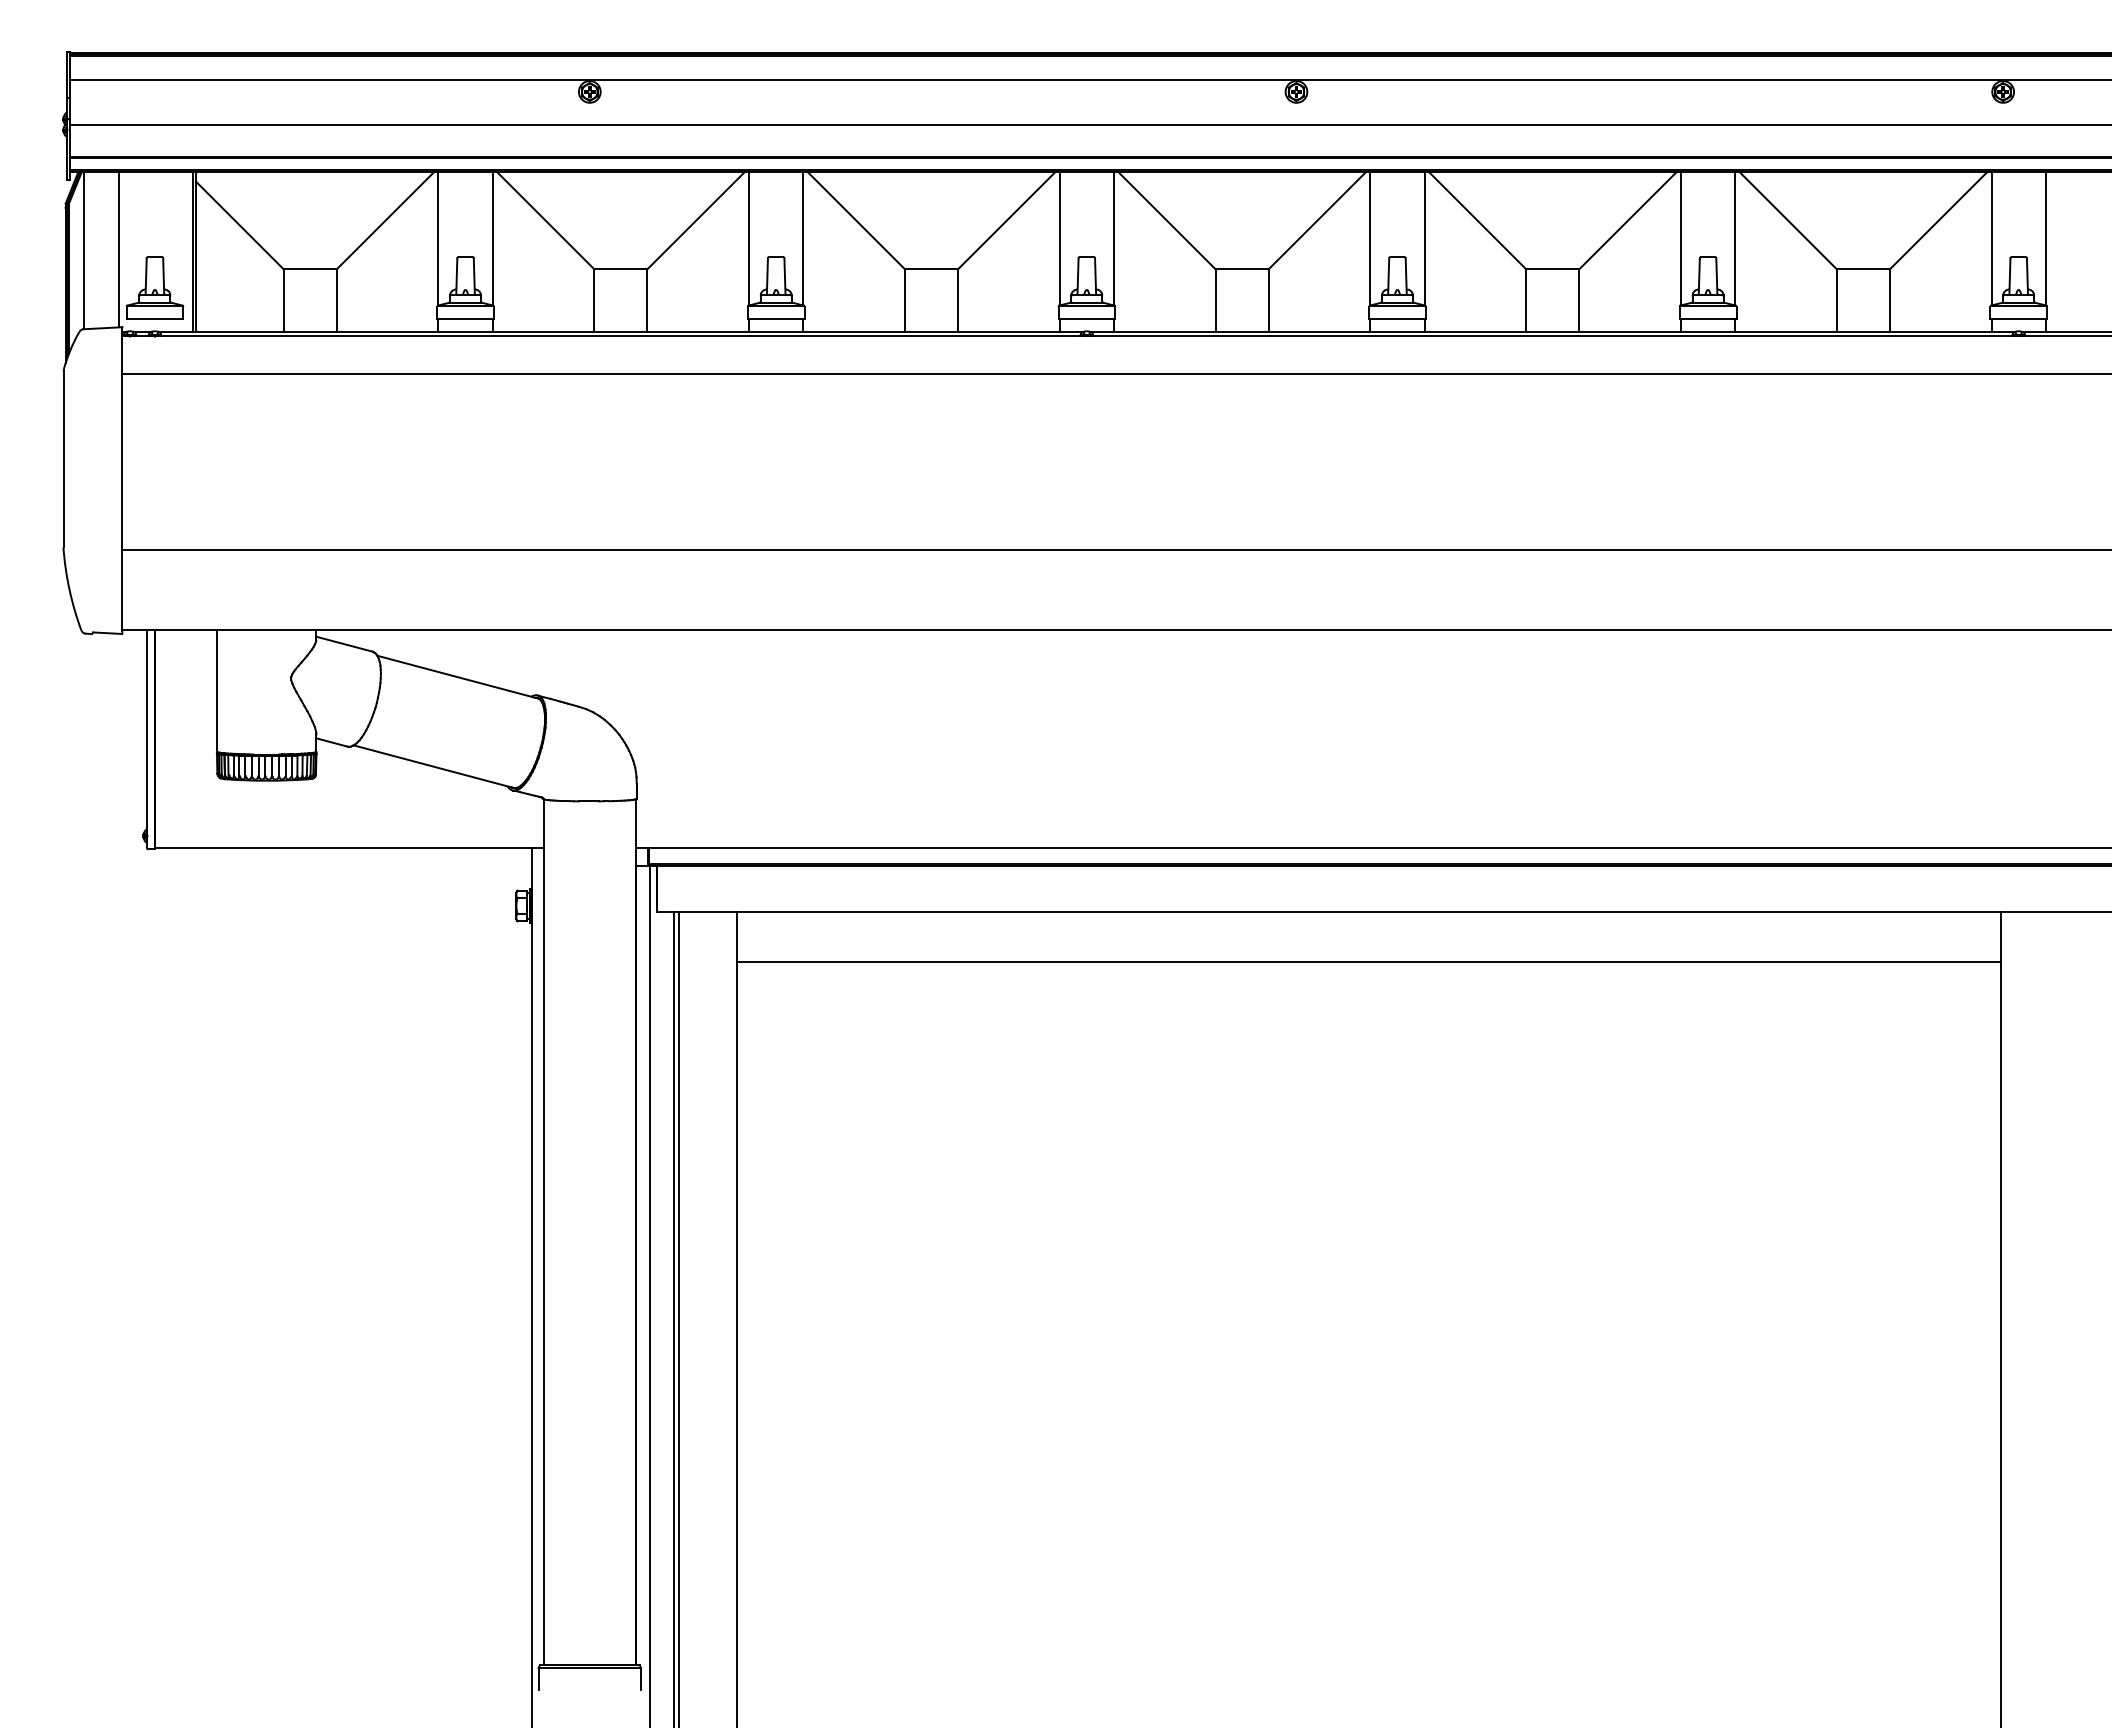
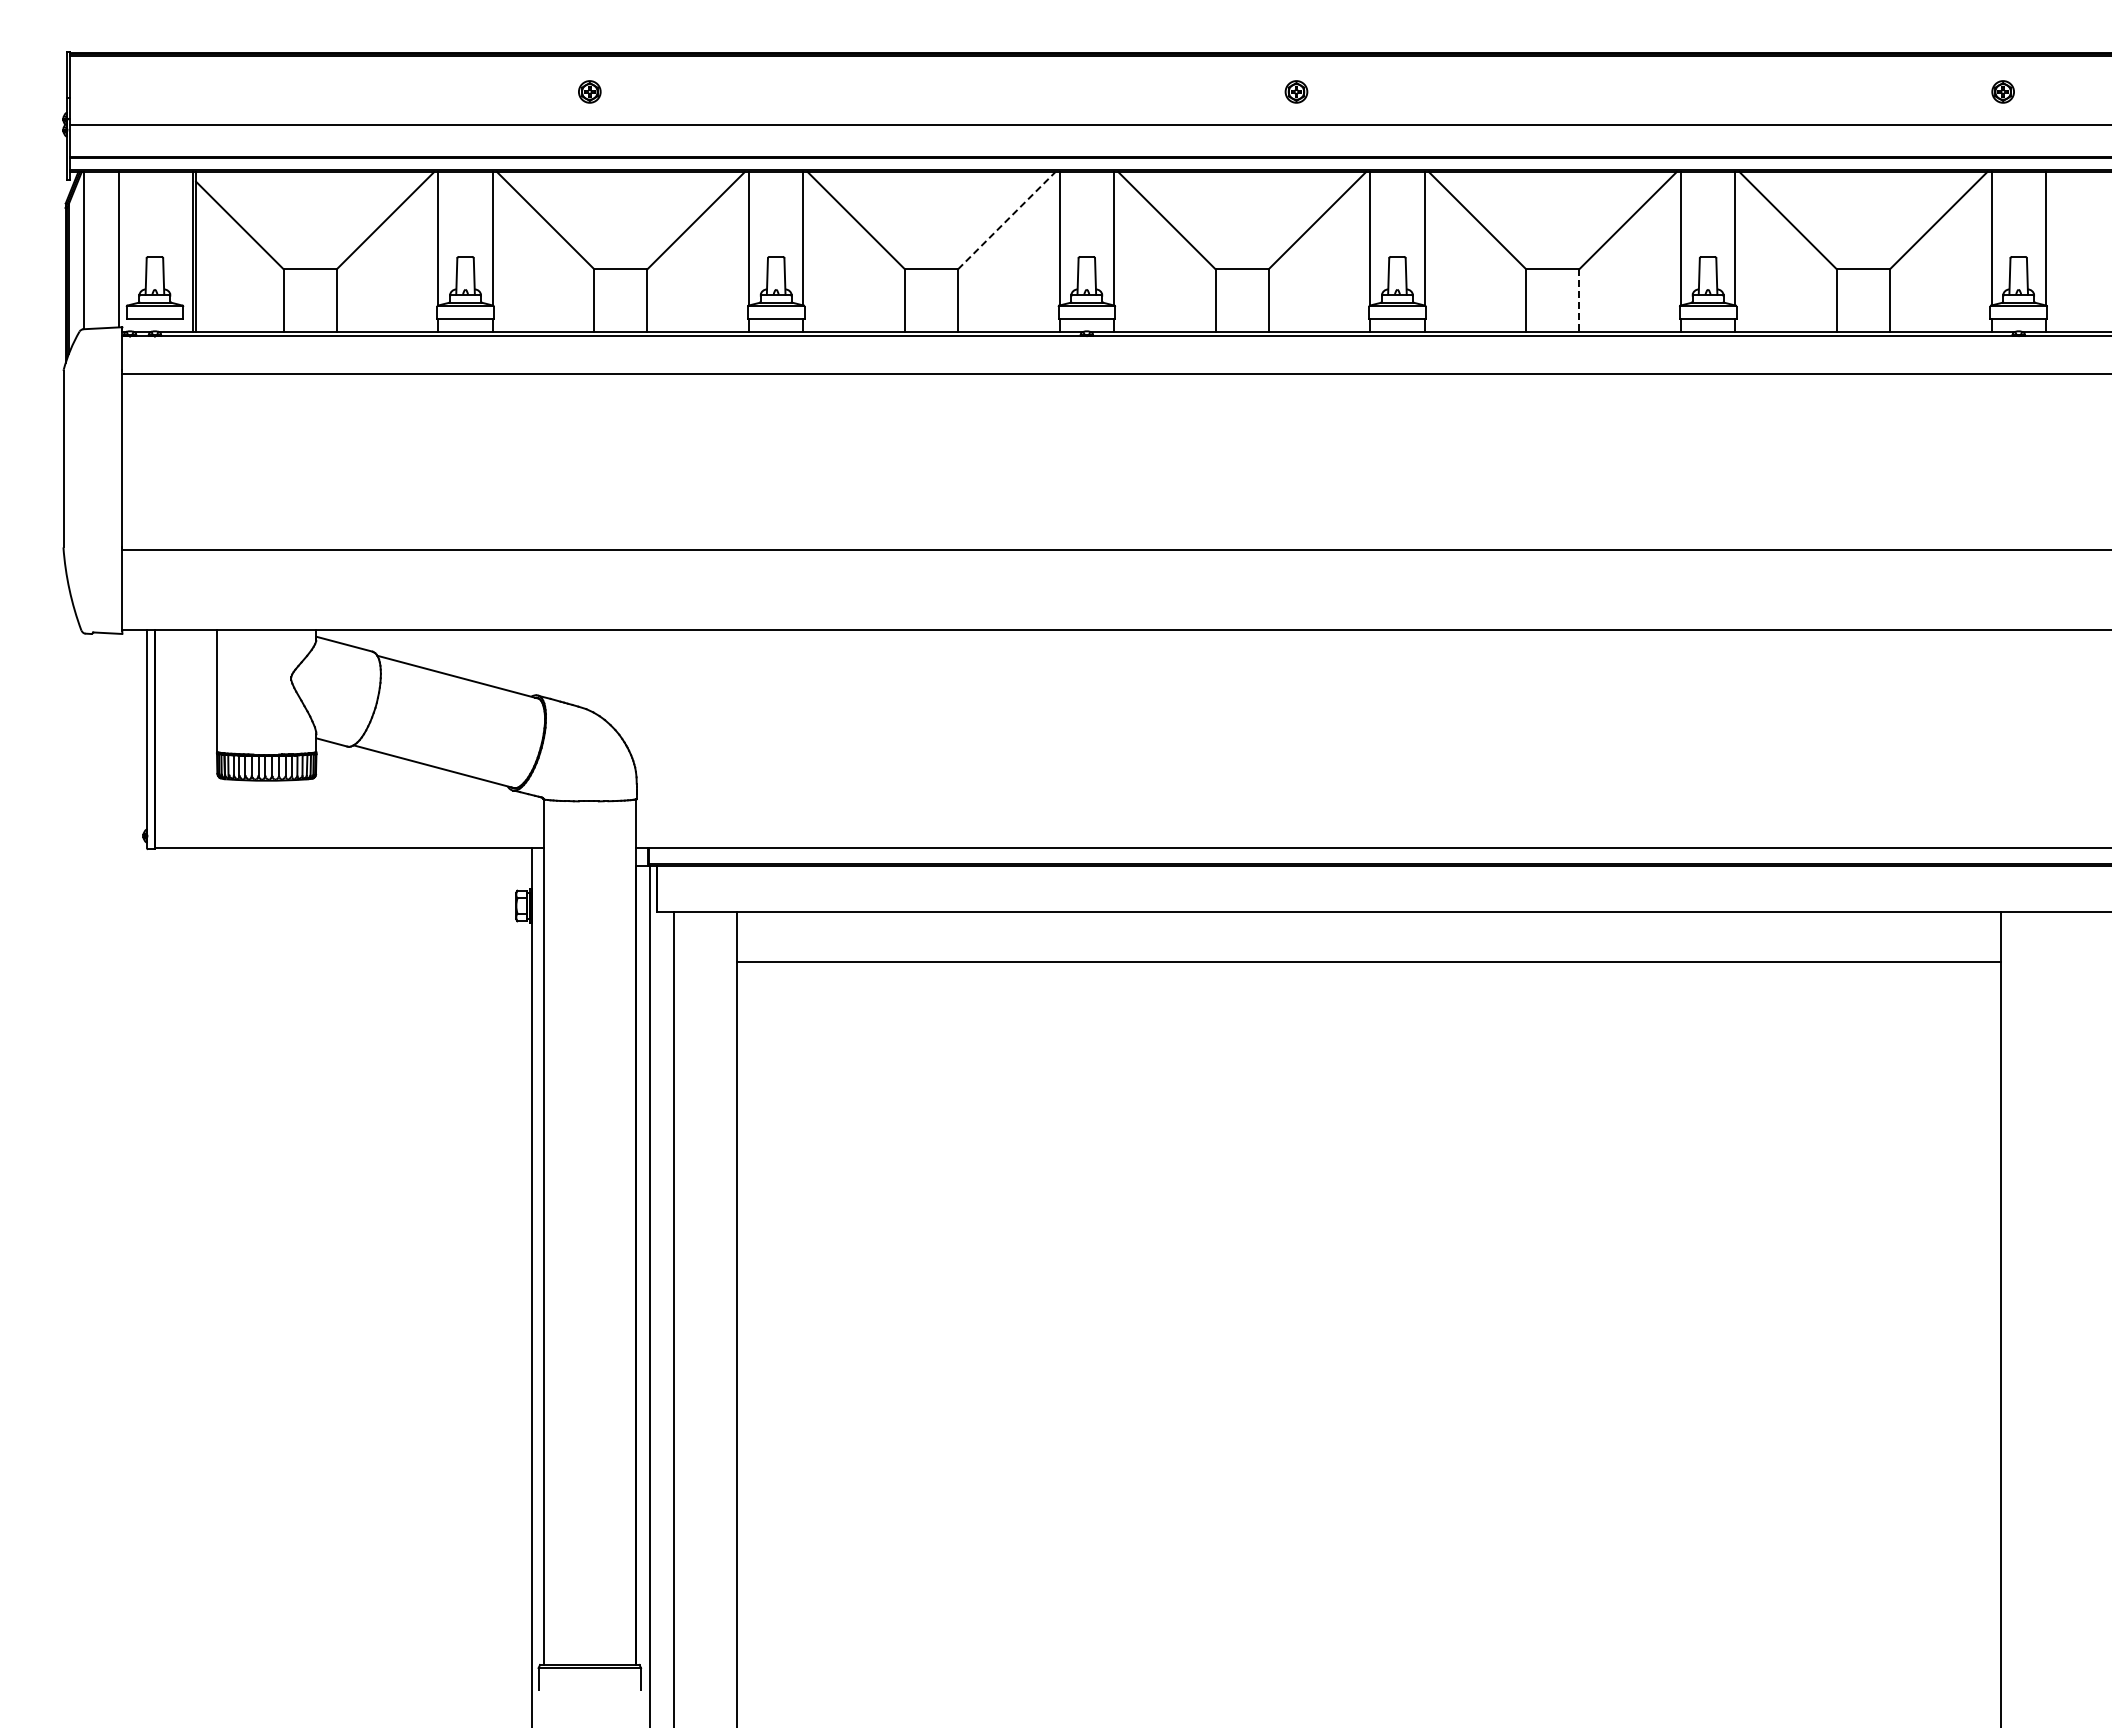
line at (1088, 79): present -> none
line at (1006, 220): solid -> dashed
line at (1579, 301): solid -> dashed
line at (678, 1318): present -> none
